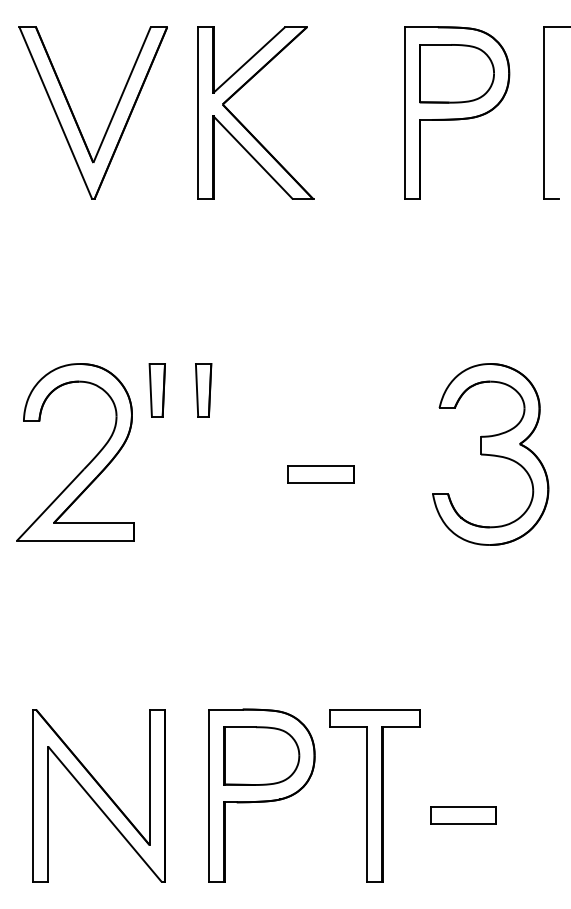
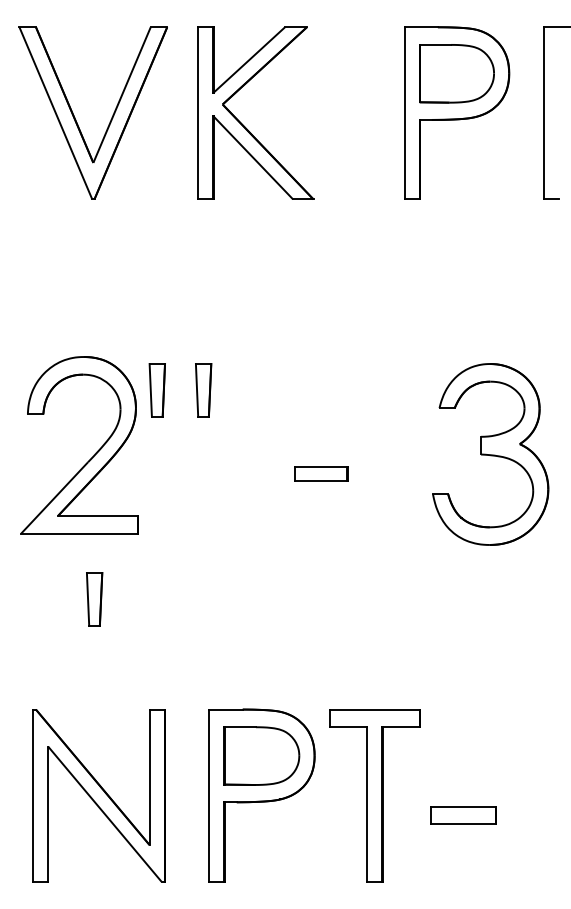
part at (87, 464) position: (87, 464) -> (91, 457)
part at (320, 474) size: 68x19 px -> 55x16 px
part at (94, 599): none -> present
